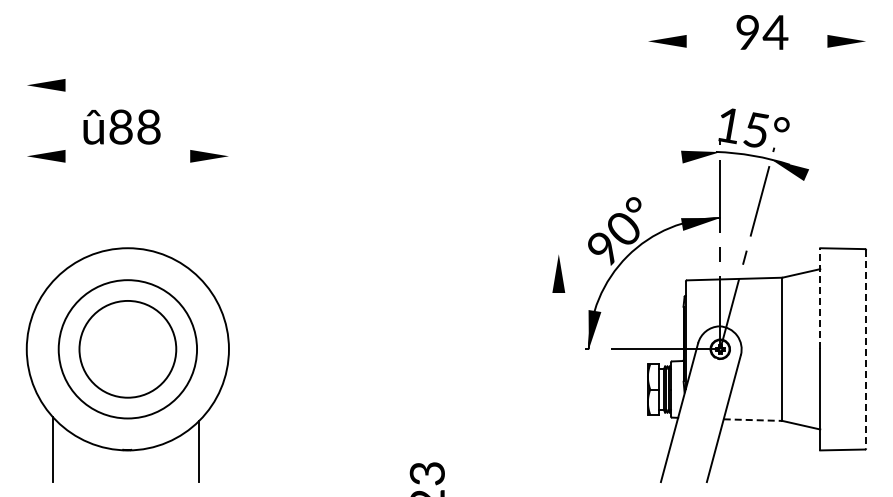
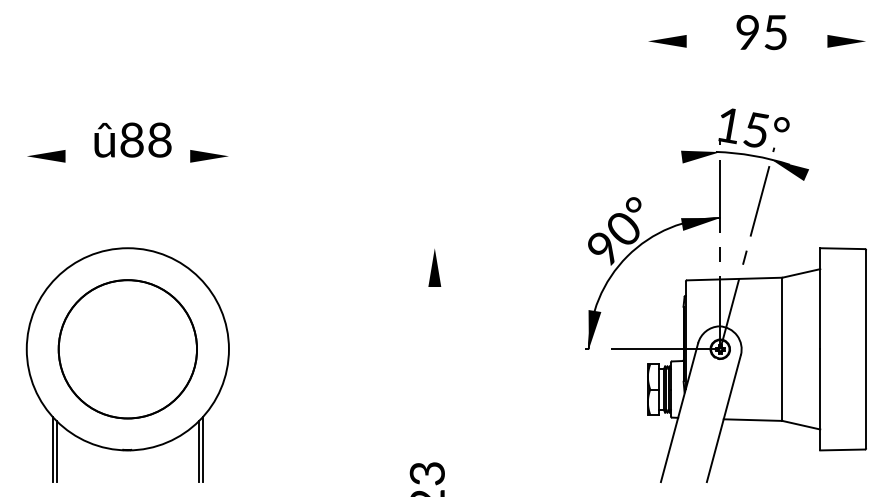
text at (775, 32): 94 -> 95
part at (46, 85): present -> none
text at (121, 126) position: (121, 126) -> (132, 139)
part at (558, 273) position: (558, 273) -> (434, 267)
line at (820, 297): dashed -> solid
circle at (127, 348) diameter: 97 px -> 138 px
line at (866, 349): dashed -> solid
line at (753, 420): dashed -> solid
line at (202, 449): none -> present
line at (56, 451): none -> present
